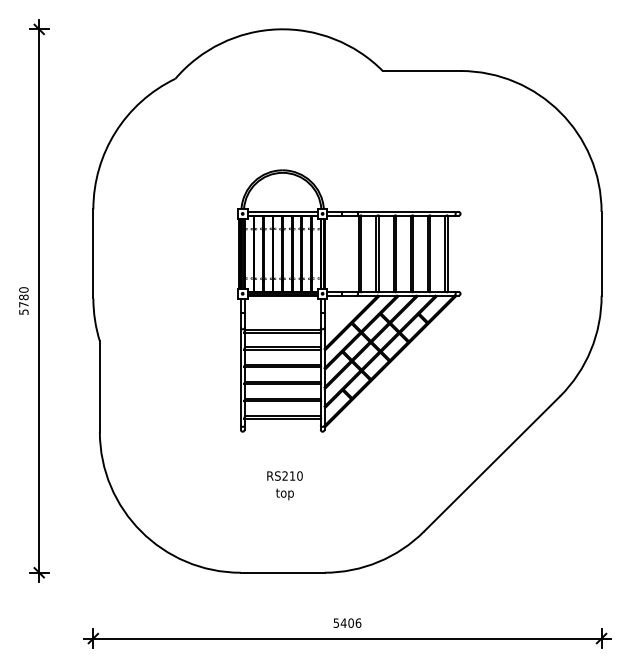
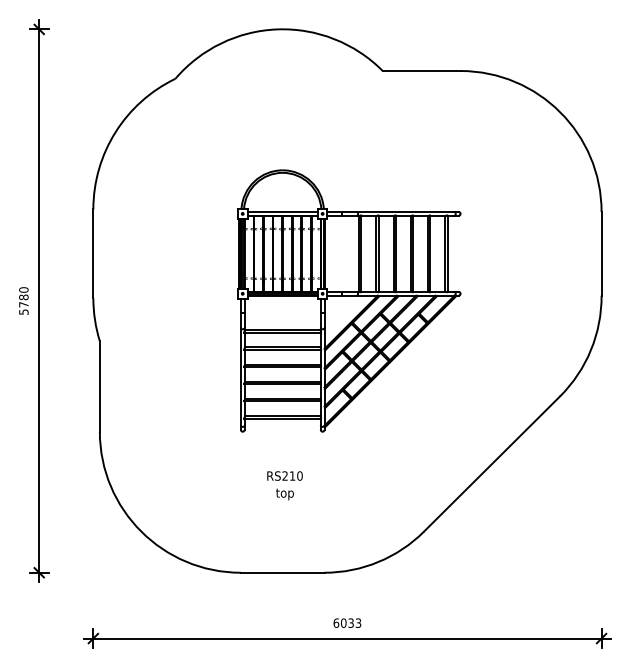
text at (347, 622): 5406 -> 6033
